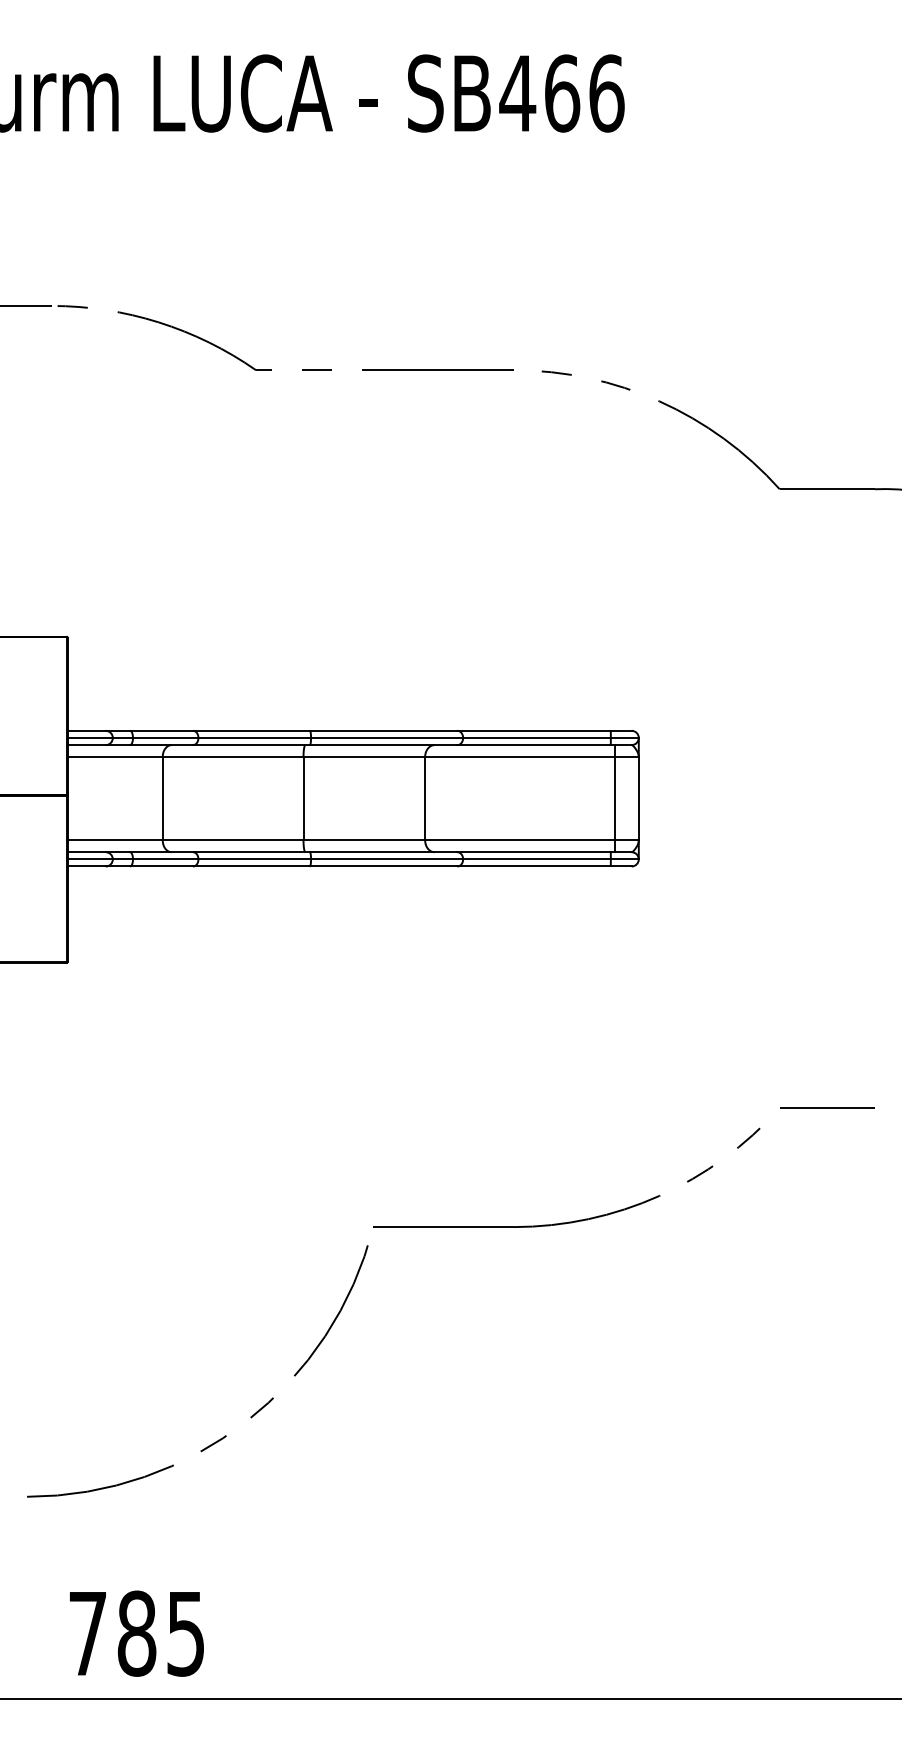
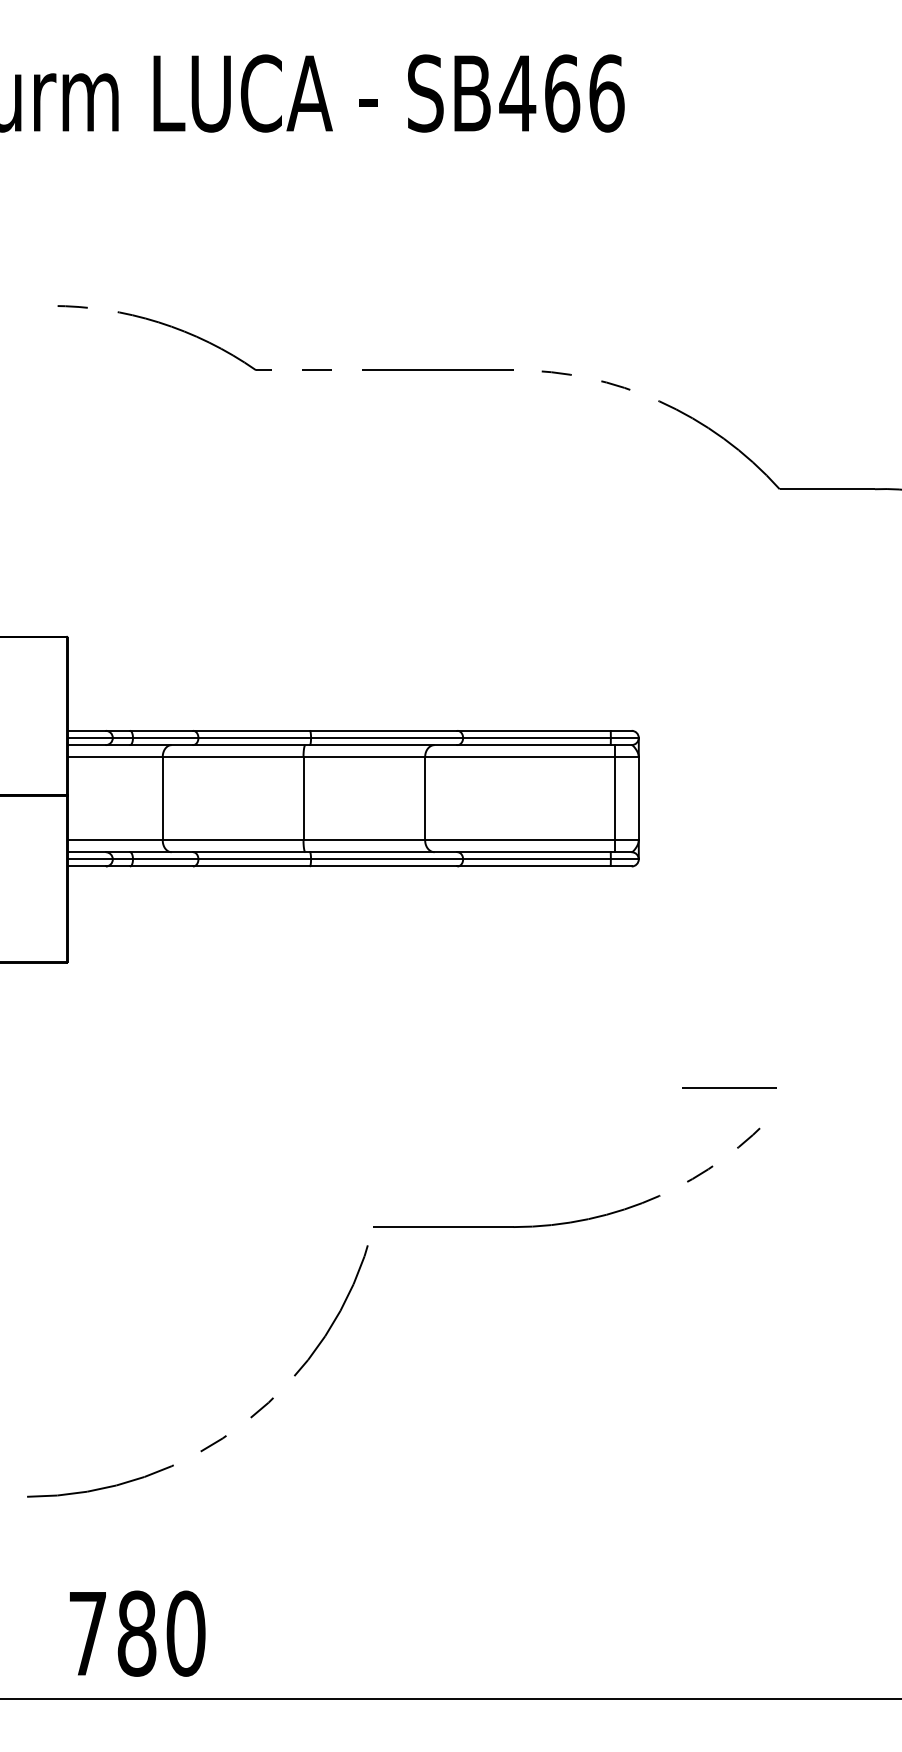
line at (26, 305): present -> none
line at (827, 1107) position: (827, 1107) -> (729, 1087)
text at (185, 1633): 785 -> 780
